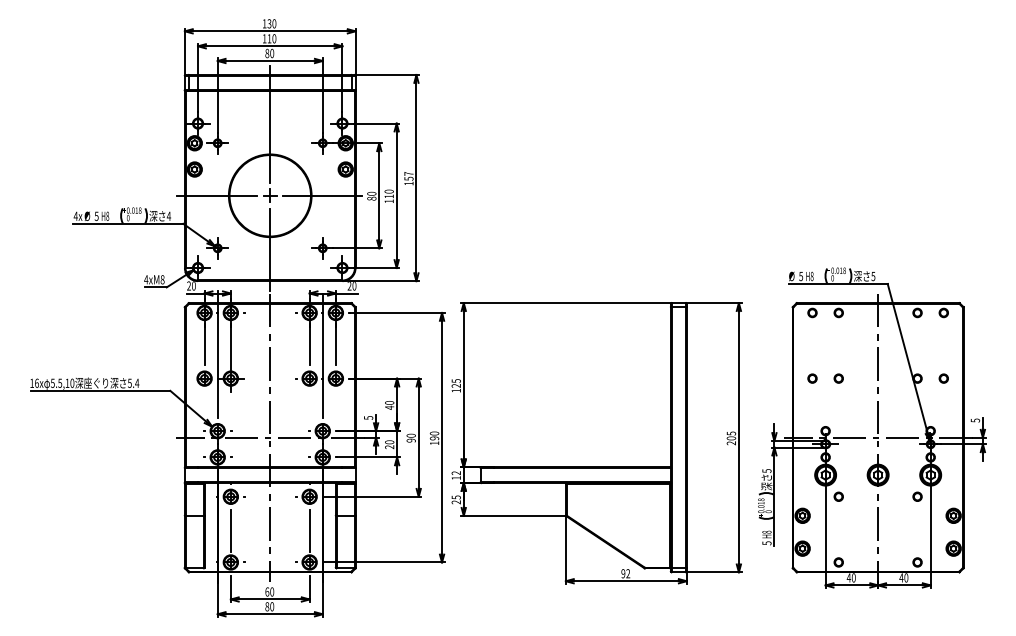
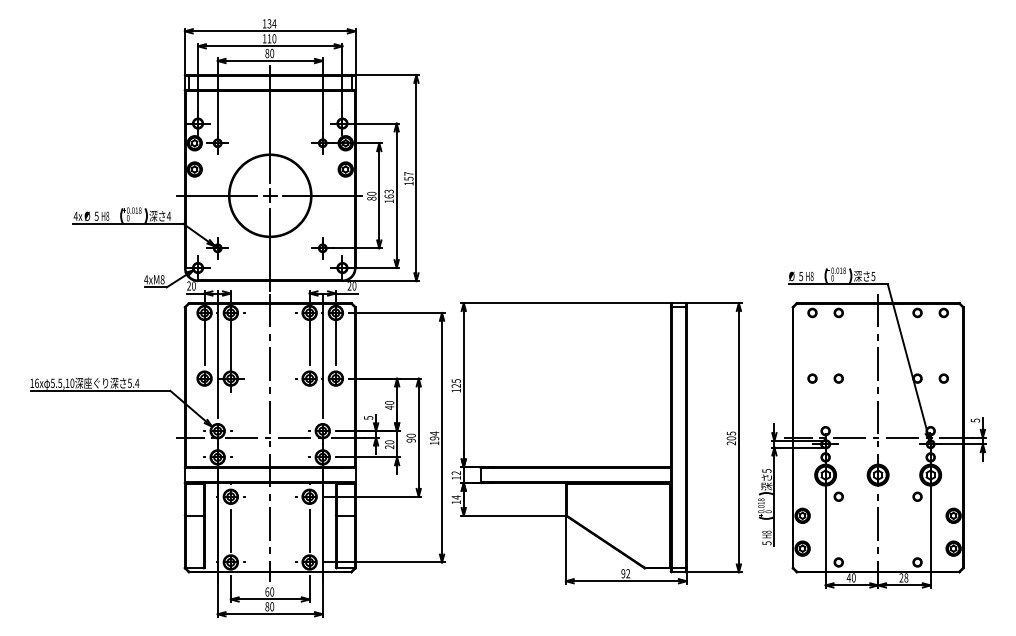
text at (274, 23): 130 -> 134
text at (388, 193): 110 -> 163
text at (434, 433): 190 -> 194
text at (455, 499): 25 -> 14
text at (903, 577): 40 -> 28
